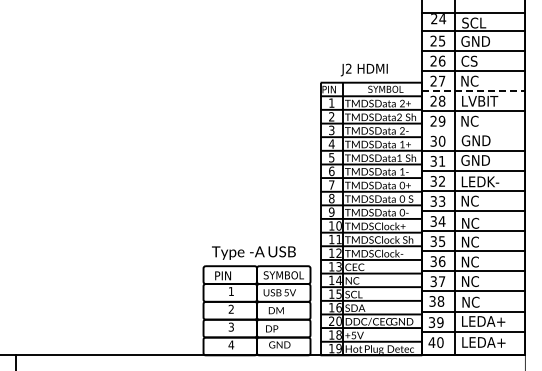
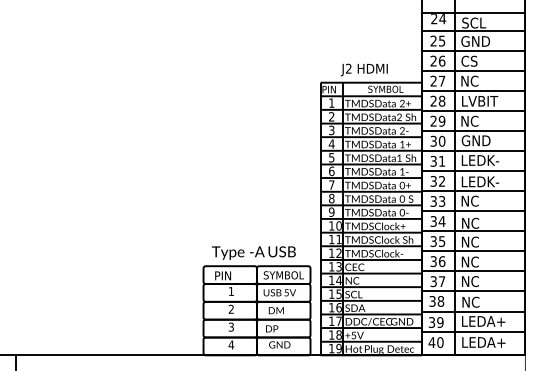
line at (473, 91): dashed -> solid
line at (473, 131): none -> present
text at (480, 160): GND -> LEDK-
text at (335, 321): 20 -> 17
